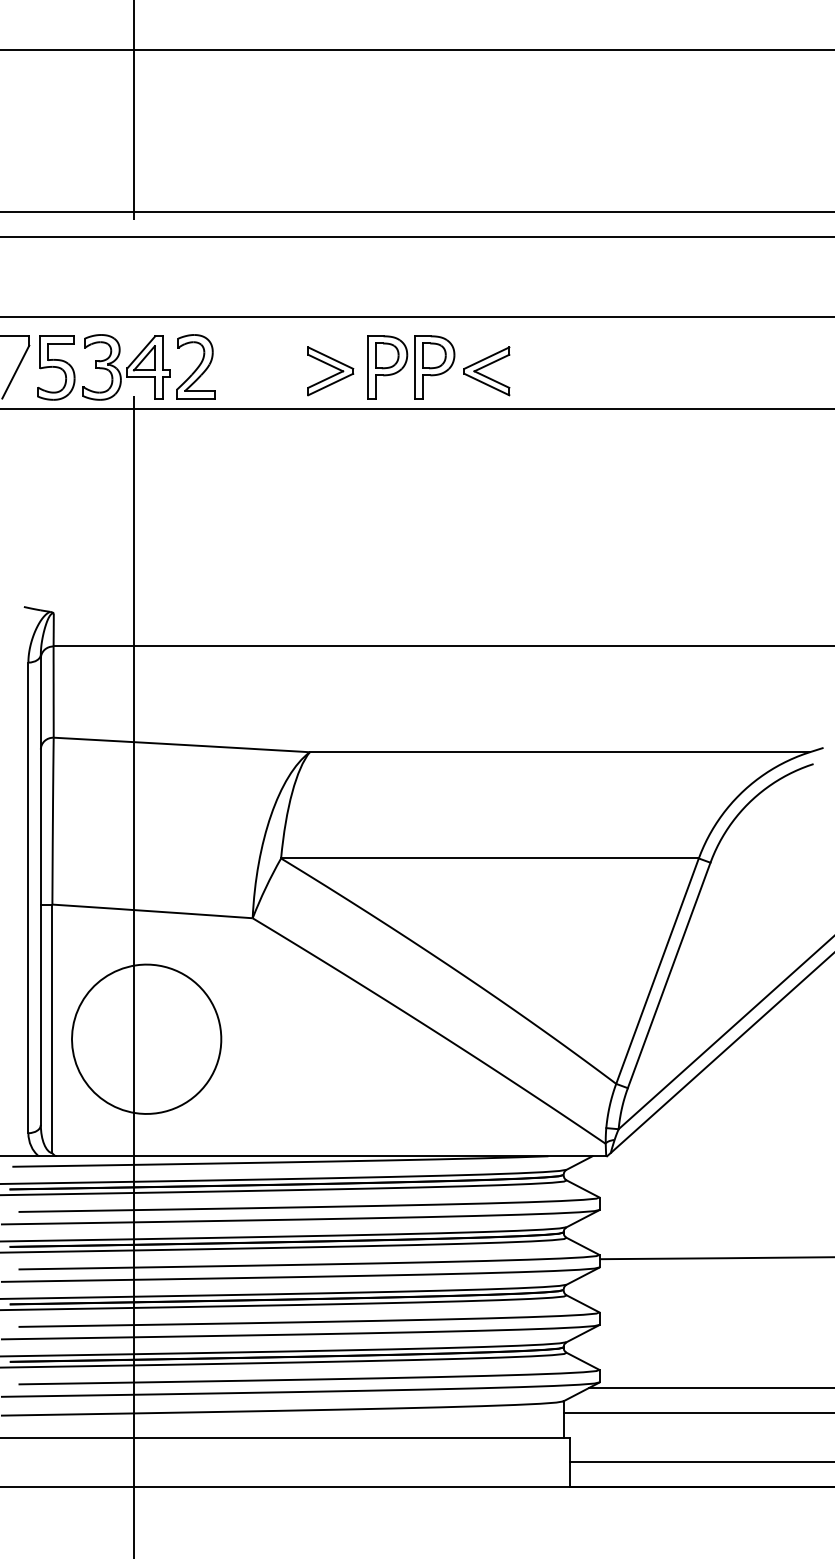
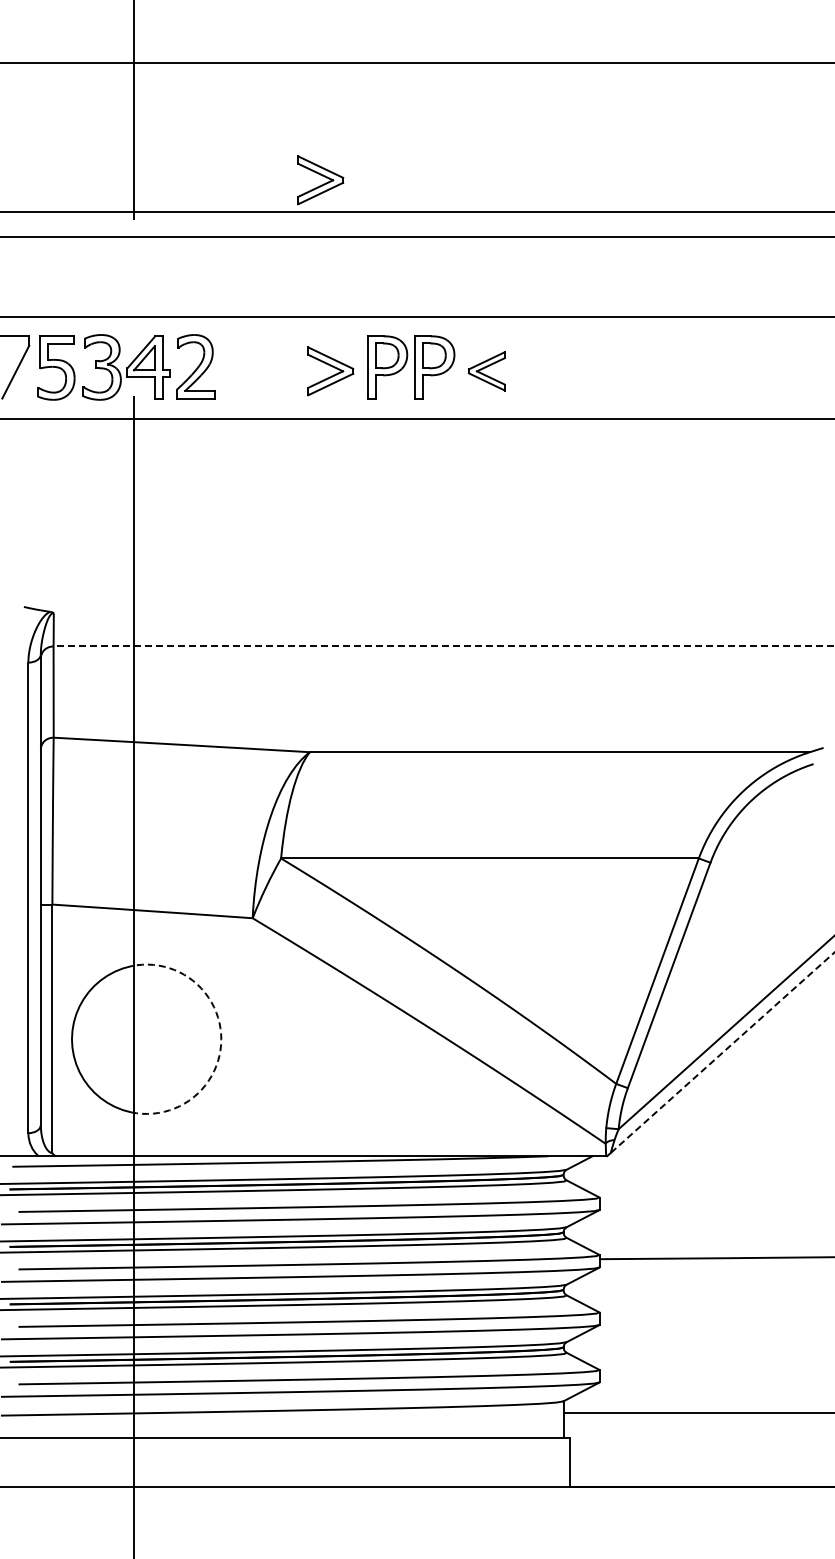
line at (416, 49) position: (416, 49) -> (416, 62)
part at (320, 180): none -> present
part at (486, 371) size: 48x51 px -> 39x41 px
line at (416, 409) position: (416, 409) -> (416, 419)
line at (443, 646): solid -> dashed
arc at (221, 1039): solid -> dashed
line at (723, 1052): solid -> dashed
line at (710, 1387): present -> none
line at (700, 1462): present -> none
